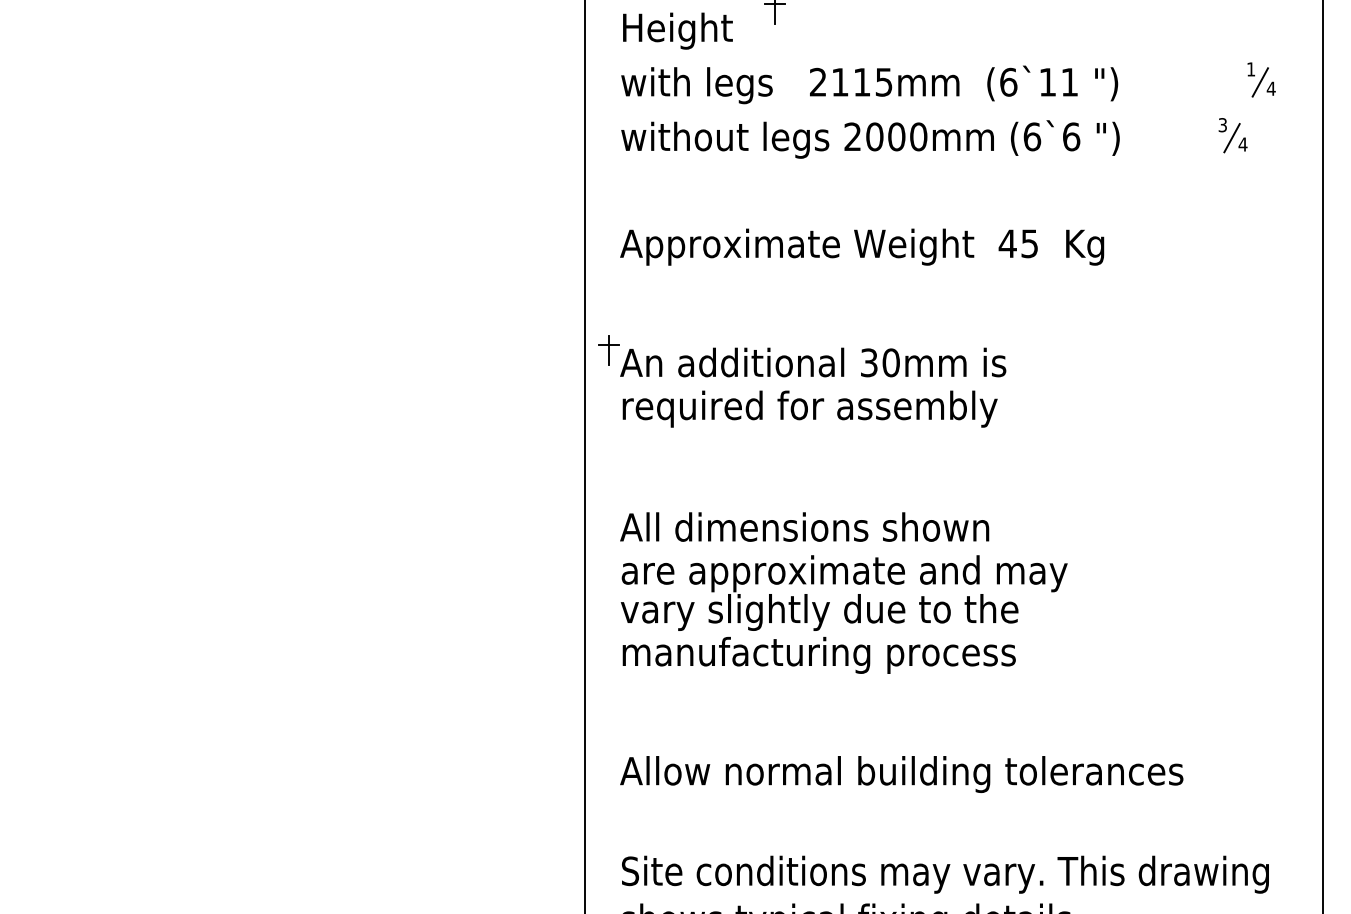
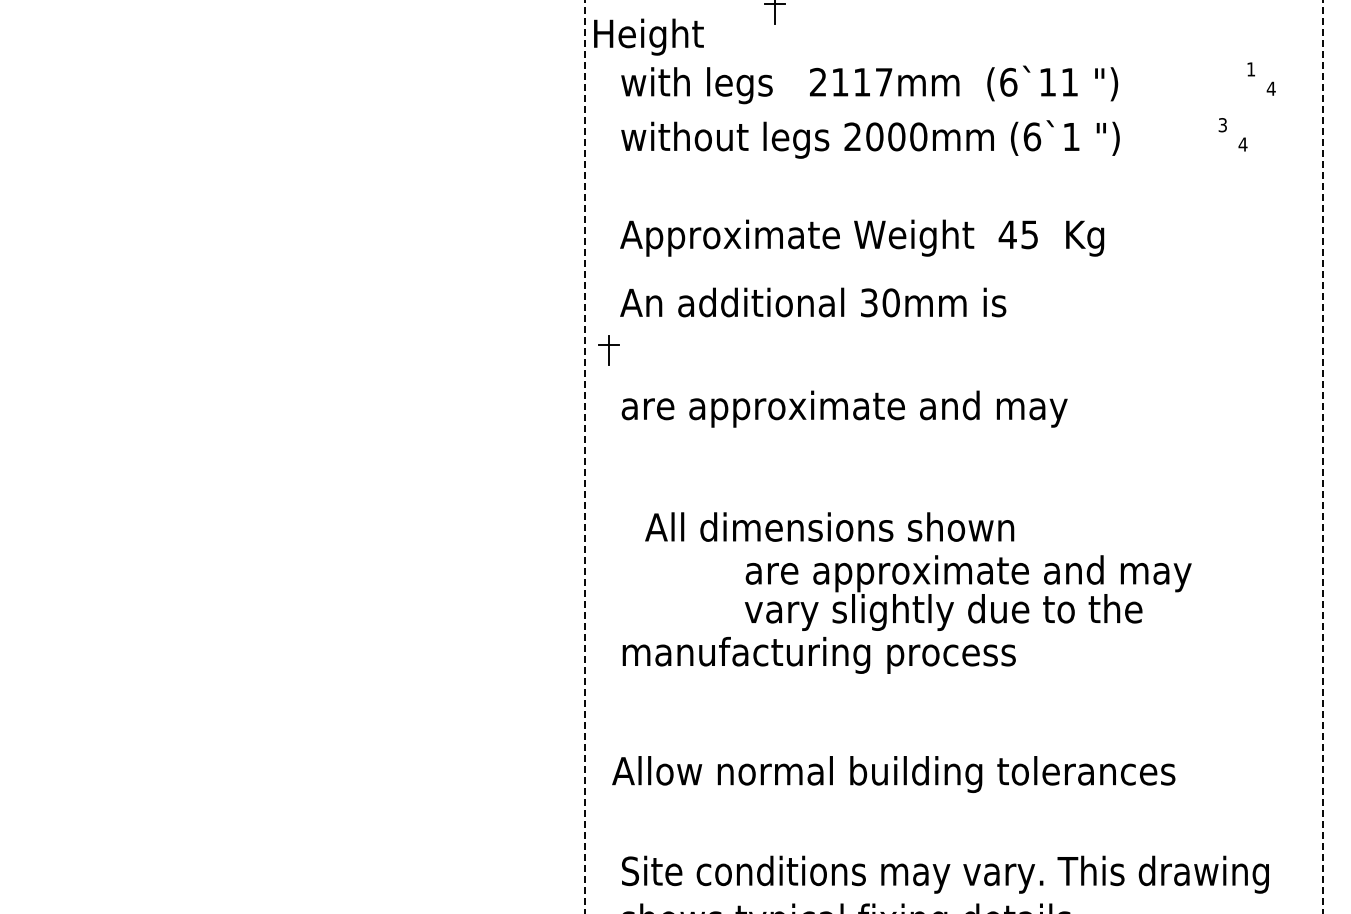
text at (677, 30) position: (677, 30) -> (648, 36)
text at (883, 82): 2115mm -> 2117mm
line at (1260, 82): present -> none
text at (1071, 136): (6`6 -> (6`1
line at (1231, 138): present -> none
text at (862, 246) position: (862, 246) -> (862, 237)
text at (813, 362) position: (813, 362) -> (813, 302)
text at (844, 408): required for assembly -> are approximate and may
line at (585, 457): solid -> dashed
line at (1323, 457): solid -> dashed
text at (804, 526) position: (804, 526) -> (829, 526)
text at (843, 592) position: (843, 592) -> (967, 592)
text at (901, 774) position: (901, 774) -> (893, 774)
